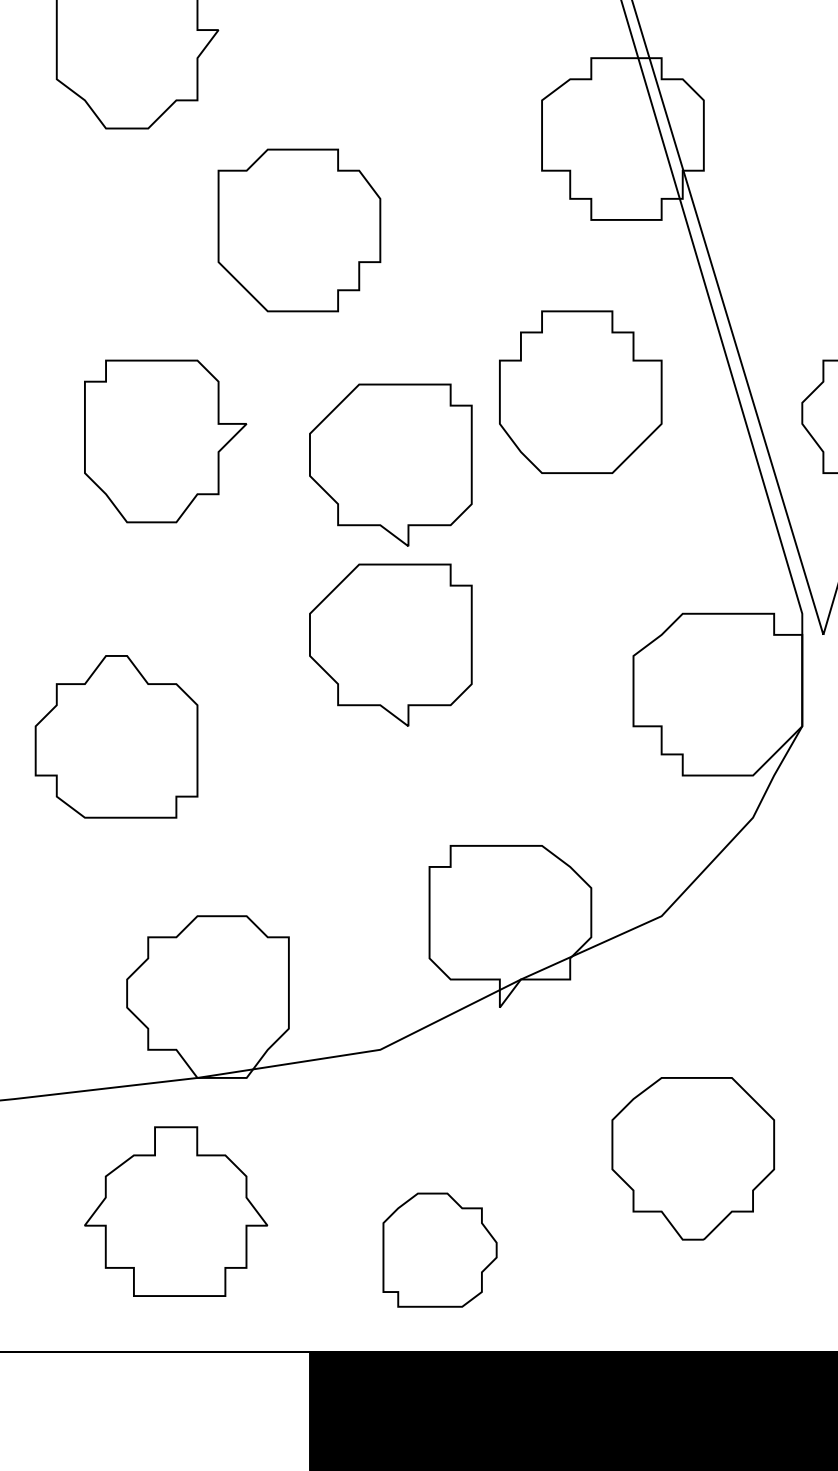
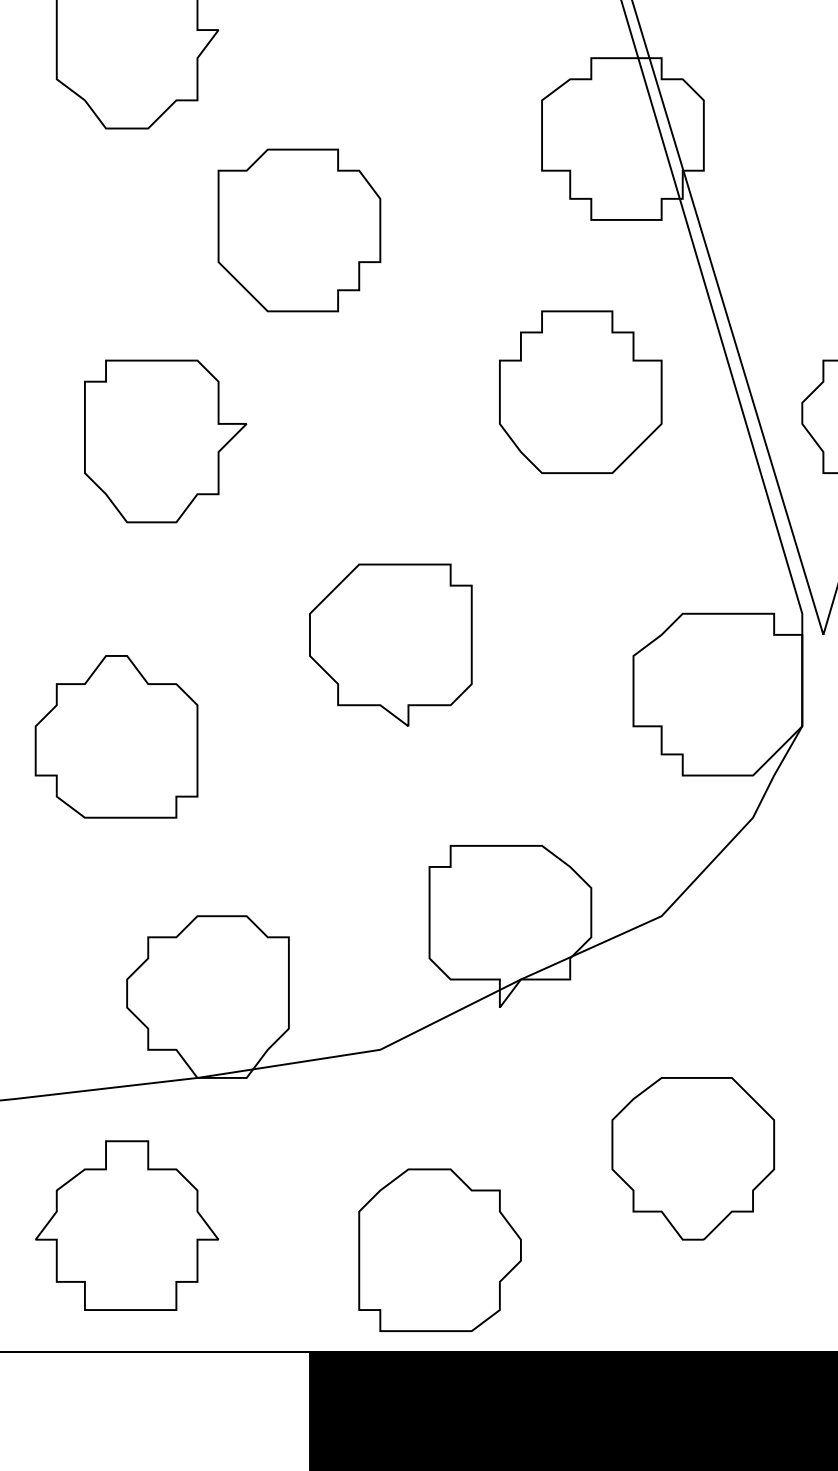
part at (390, 464): present -> none
part at (176, 1211) position: (176, 1211) -> (127, 1225)
part at (439, 1249) size: 116x116 px -> 164x164 px
